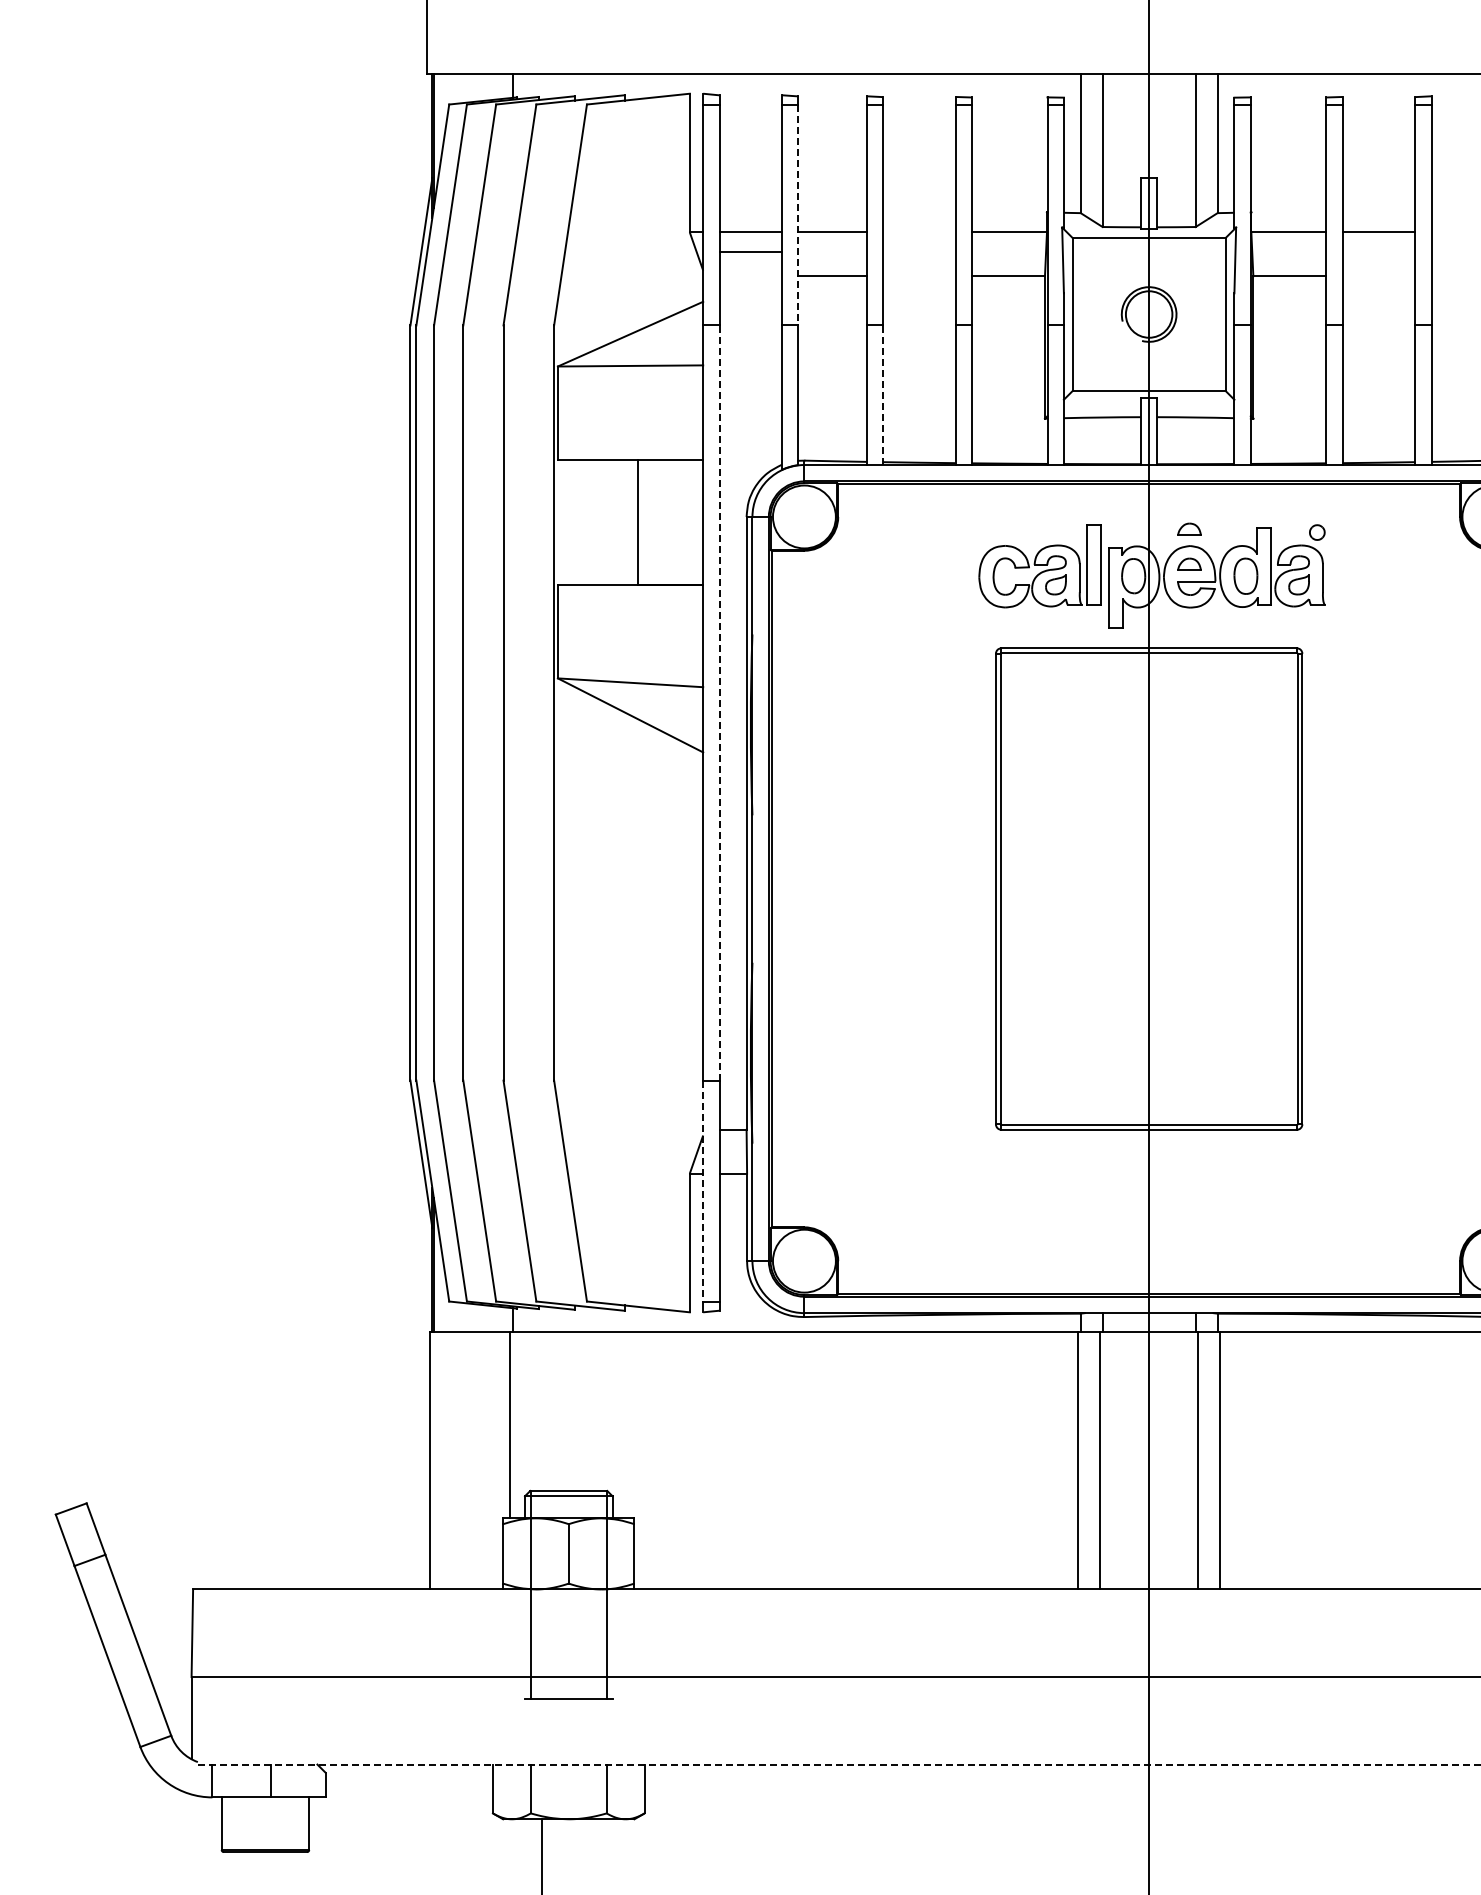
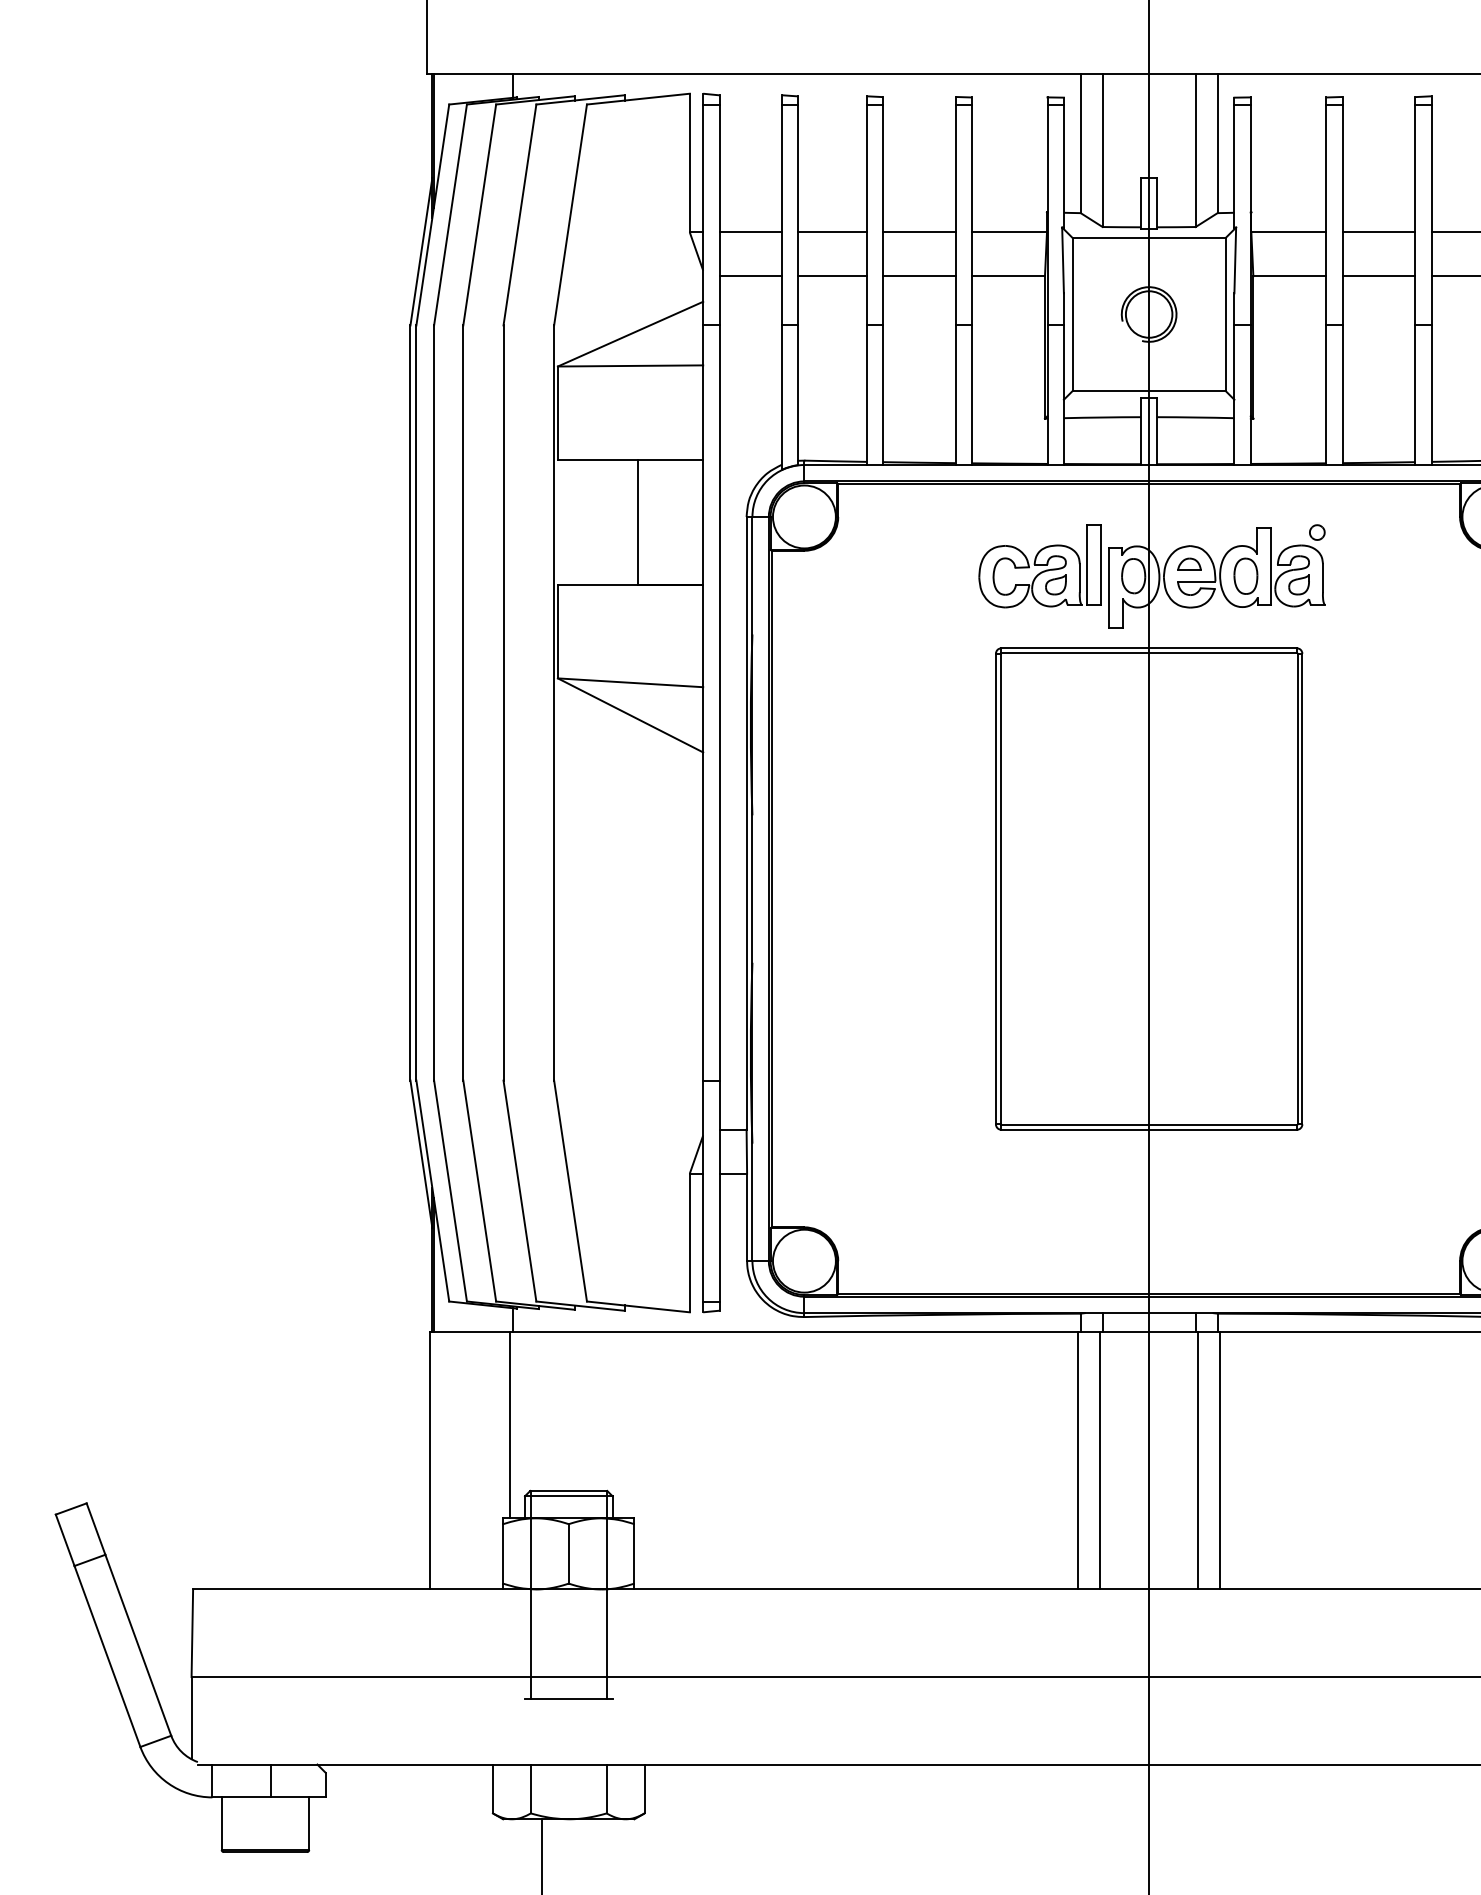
line at (798, 215): dashed -> solid
line at (918, 232): none -> present
line at (1454, 232): none -> present
line at (750, 252) position: (750, 252) -> (750, 276)
line at (918, 276): none -> present
line at (1378, 276): none -> present
line at (1454, 276): none -> present
line at (882, 395): dashed -> solid
part at (1189, 528): present -> none
line at (719, 703): dashed -> solid
line at (703, 1191): dashed -> solid
line at (839, 1764): dashed -> solid
